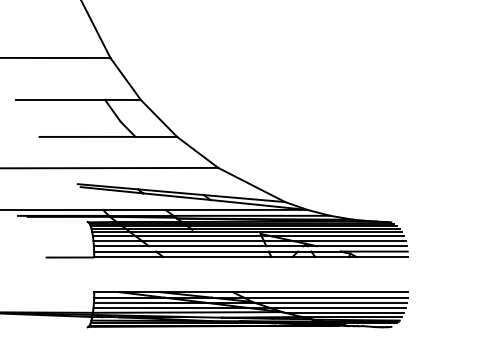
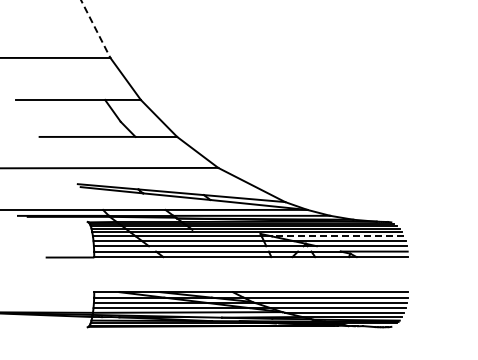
line at (96, 29): solid -> dashed
line at (337, 236): solid -> dashed
